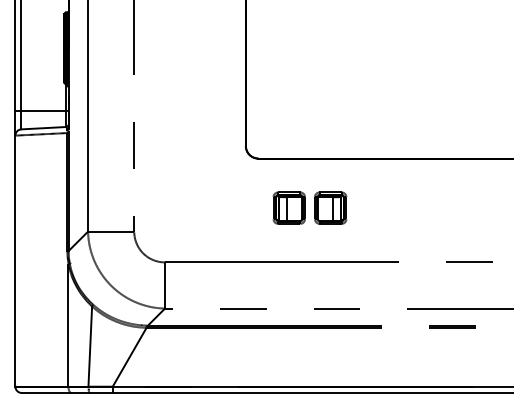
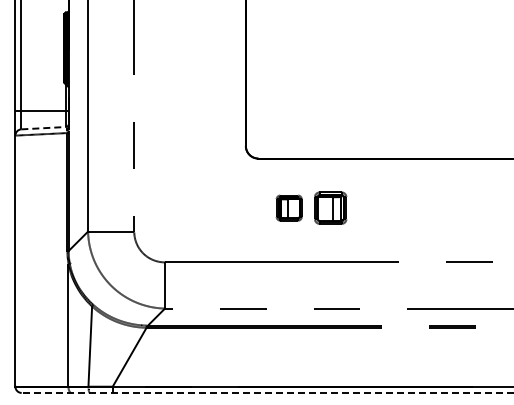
line at (43, 128): solid -> dashed
part at (288, 207) size: 34x34 px -> 28x28 px
line at (267, 392): solid -> dashed
